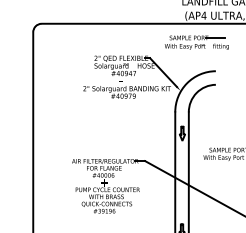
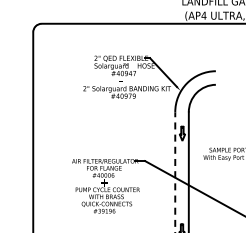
part at (196, 42): present -> none
line at (175, 172): solid -> dashed
